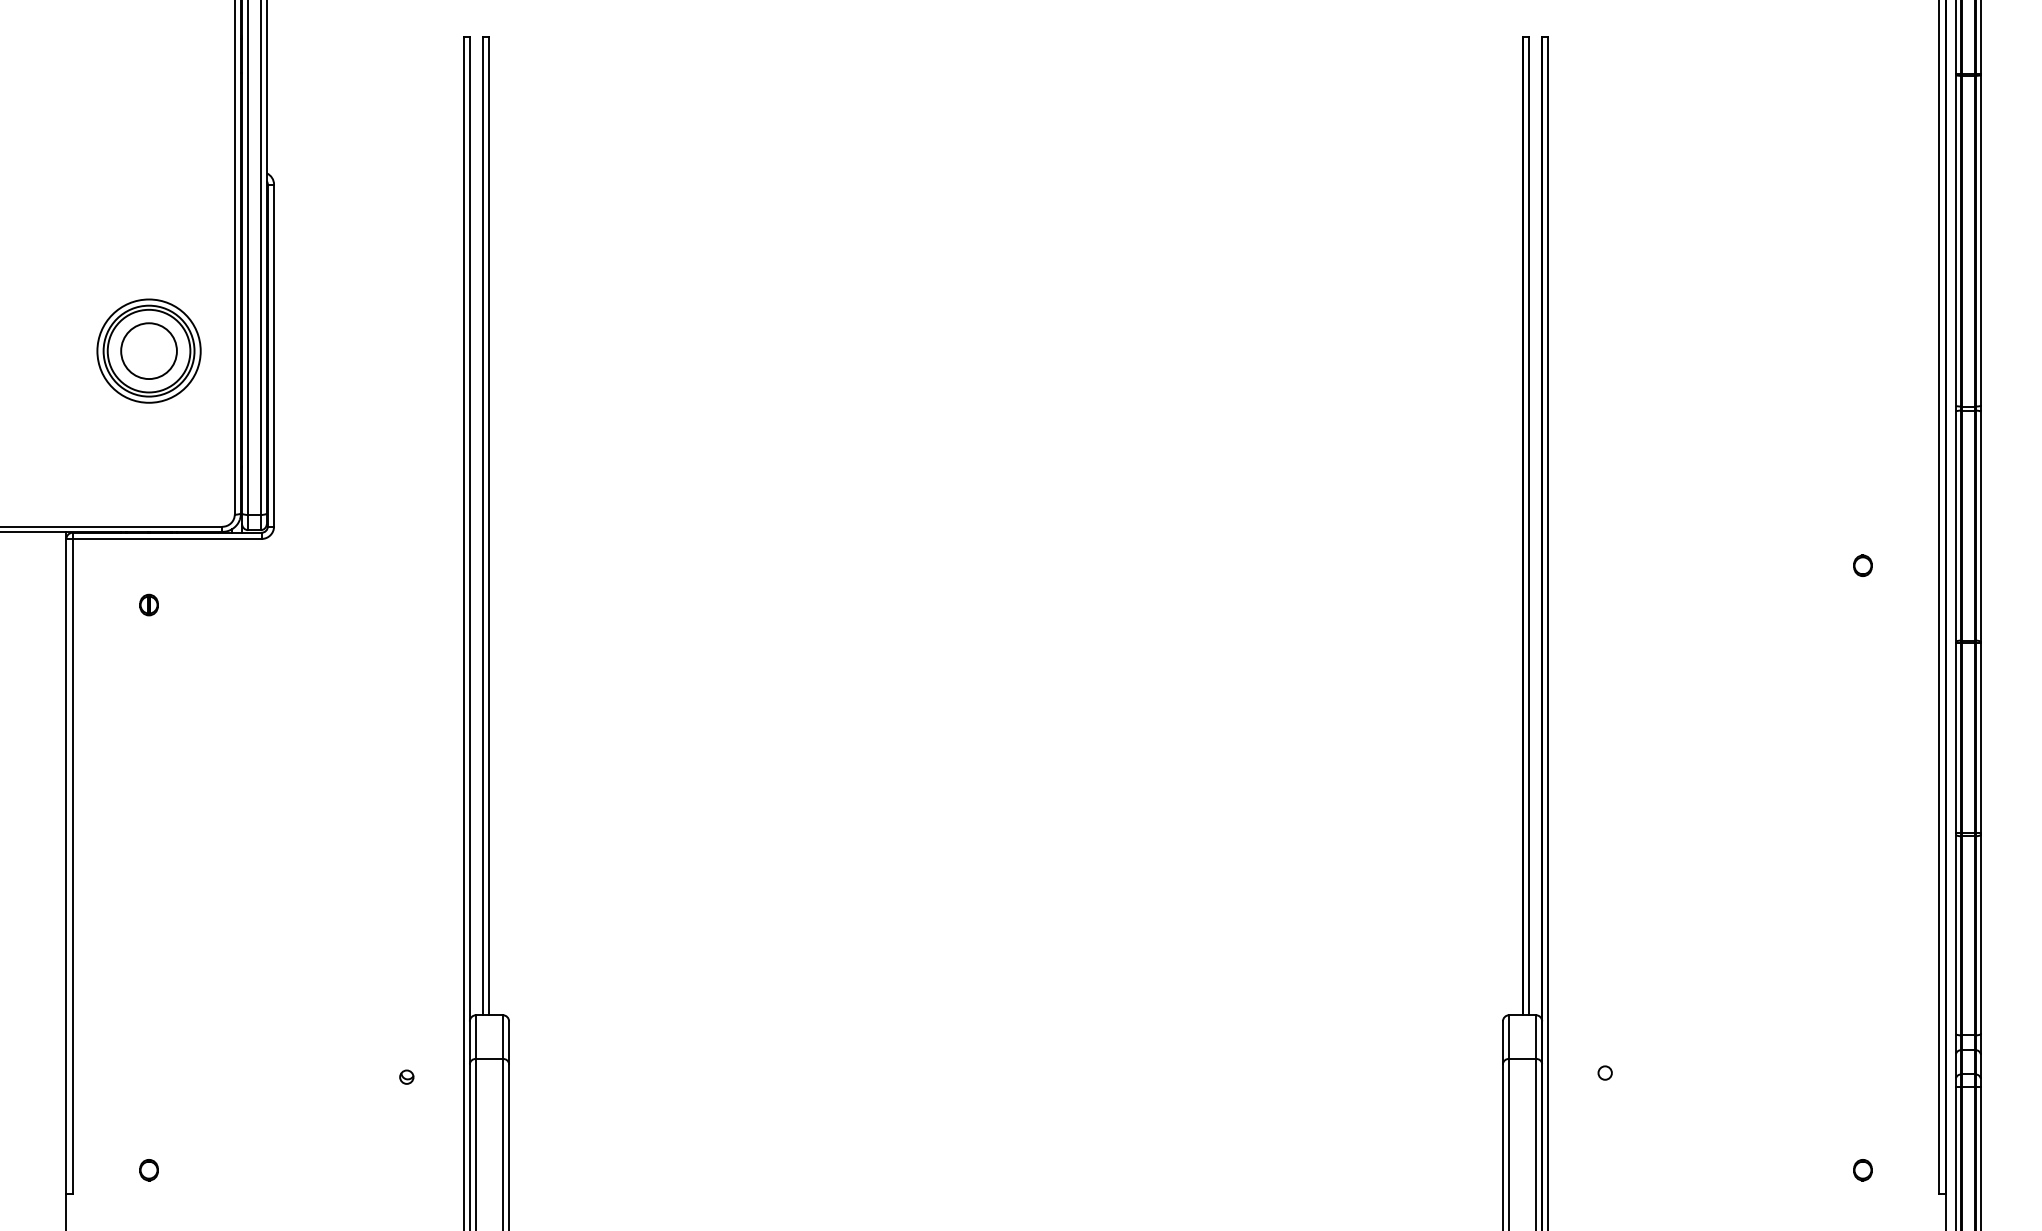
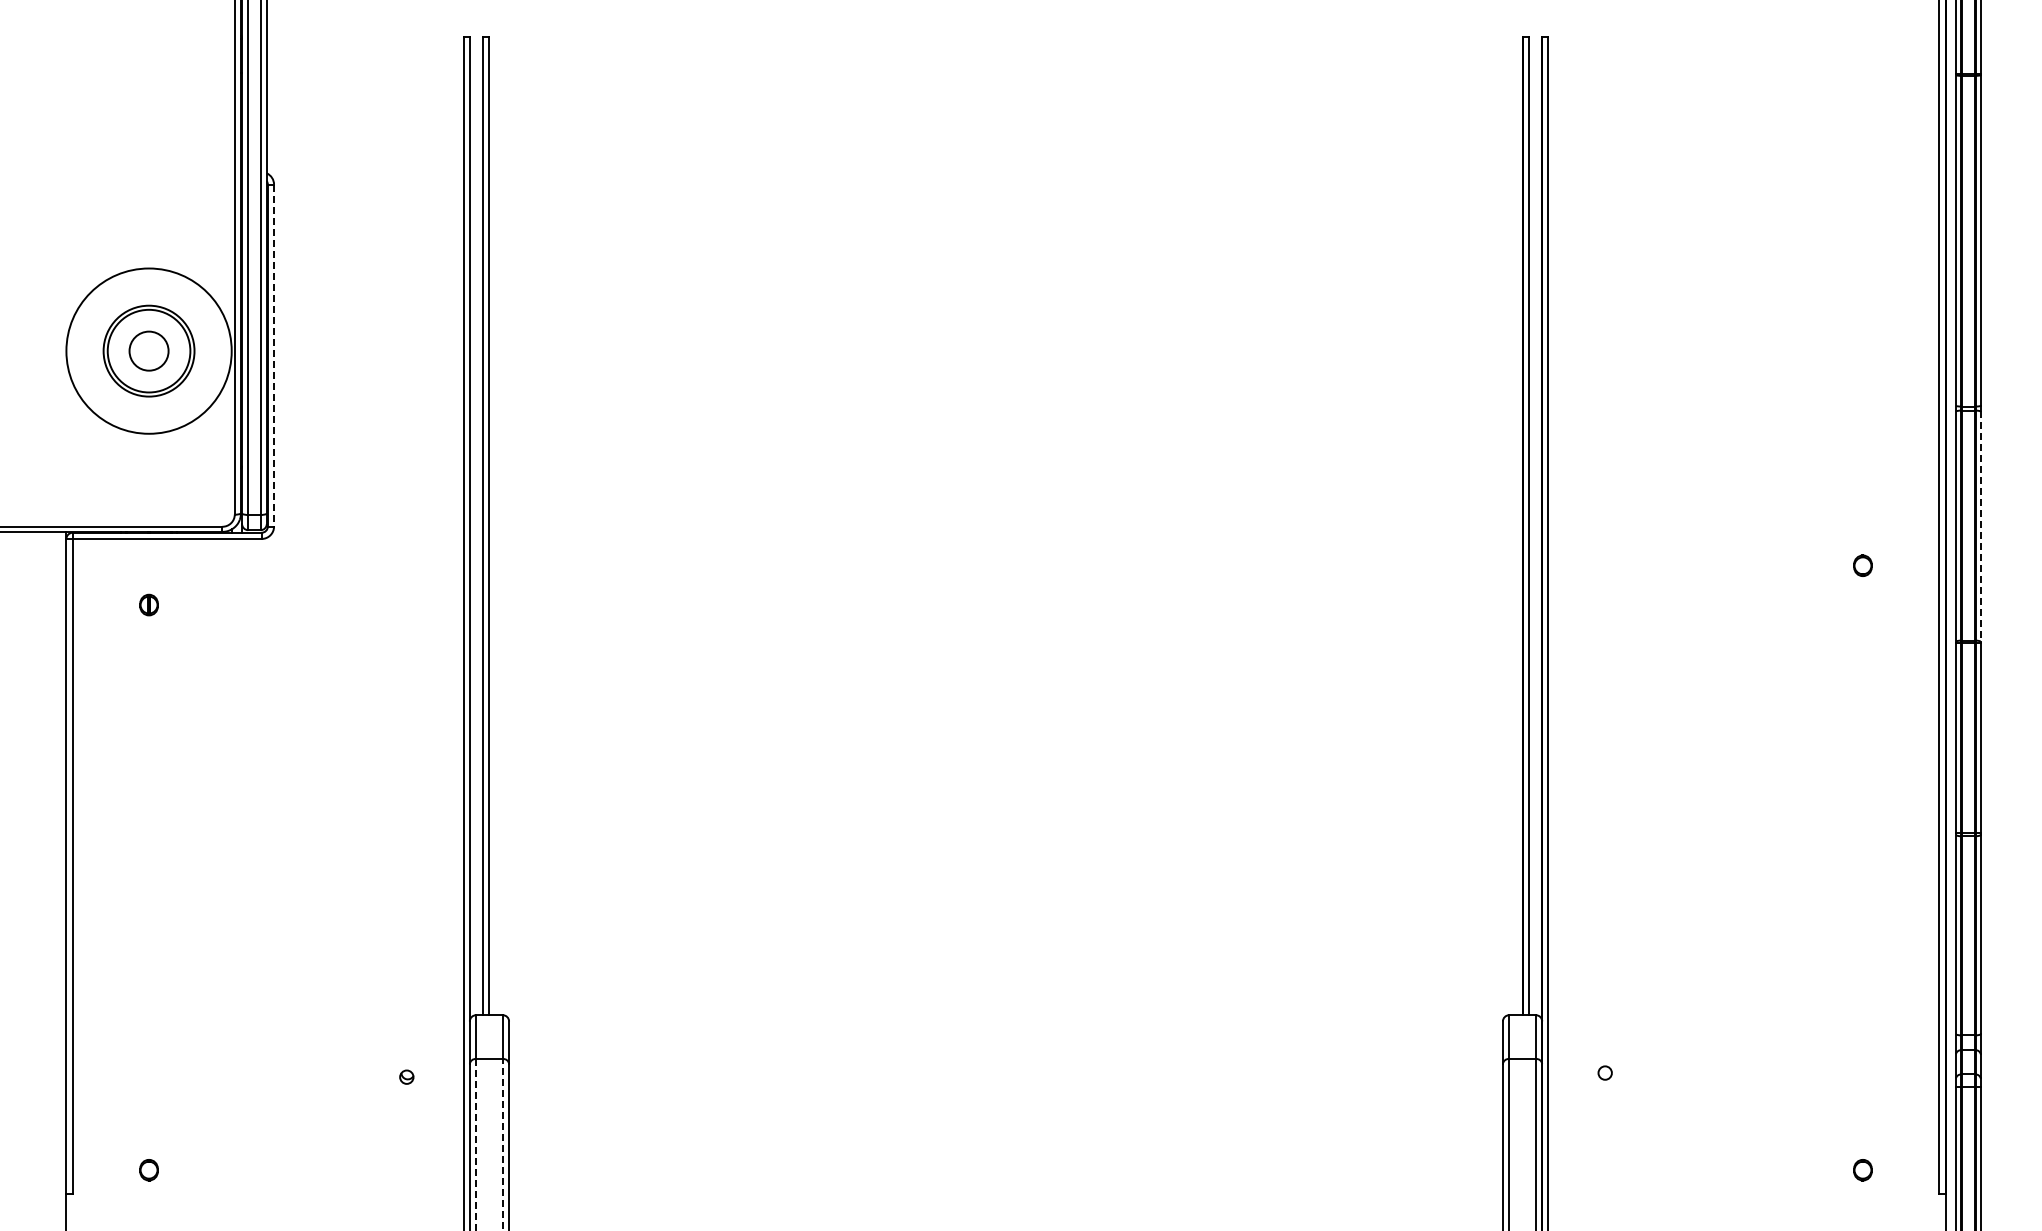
circle at (148, 350) diameter: 103 px -> 165 px
circle at (148, 351) diameter: 56 px -> 39 px
line at (274, 355): solid -> dashed
line at (1980, 527): solid -> dashed
line at (476, 1145): solid -> dashed
line at (502, 1145): solid -> dashed
